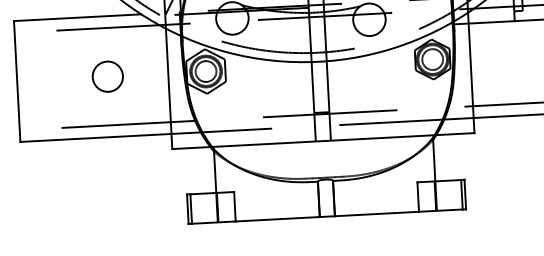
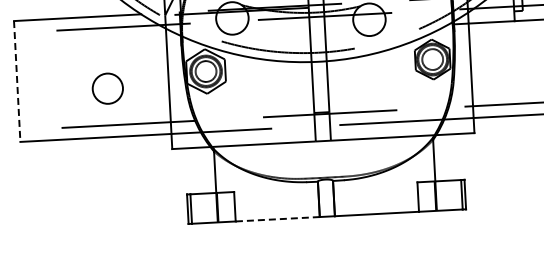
circle at (107, 76) position: (107, 76) -> (107, 88)
line at (17, 81): solid -> dashed
line at (277, 219): solid -> dashed
